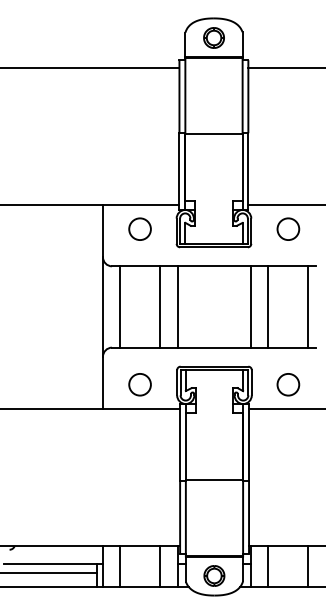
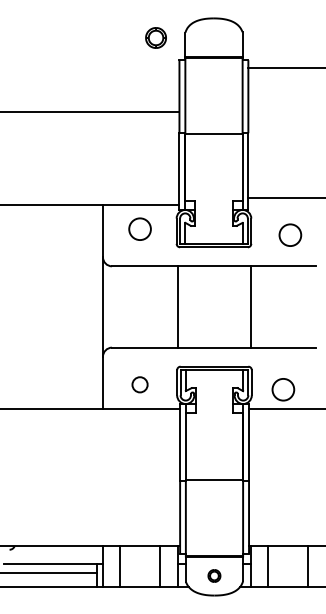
part at (213, 37) position: (213, 37) -> (155, 37)
line at (90, 67) position: (90, 67) -> (90, 111)
line at (285, 205) position: (285, 205) -> (285, 198)
circle at (288, 228) position: (288, 228) -> (290, 234)
line at (120, 306): present -> none
line at (160, 306): present -> none
line at (268, 306): present -> none
line at (308, 306): present -> none
circle at (139, 384) size: 24x24 px -> 18x18 px
circle at (288, 384) position: (288, 384) -> (283, 389)
part at (214, 575) size: 23x22 px -> 15x14 px
